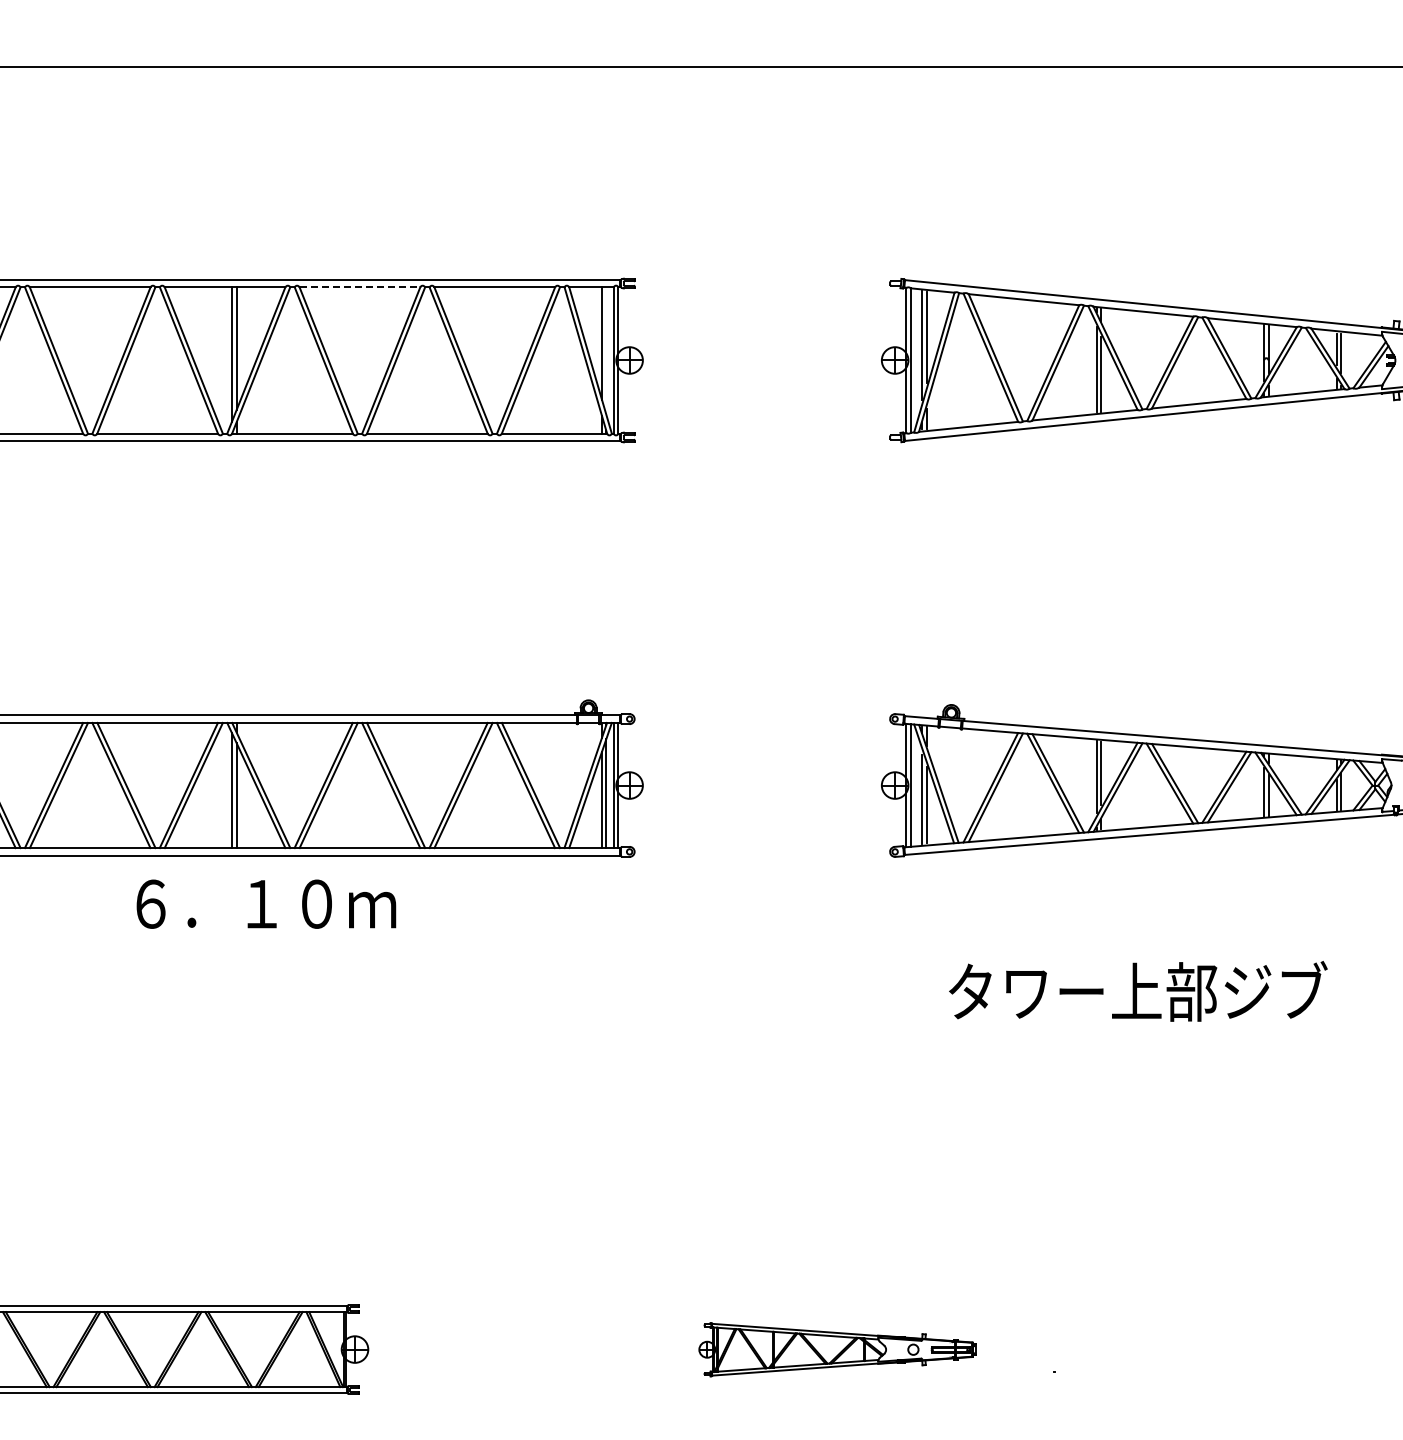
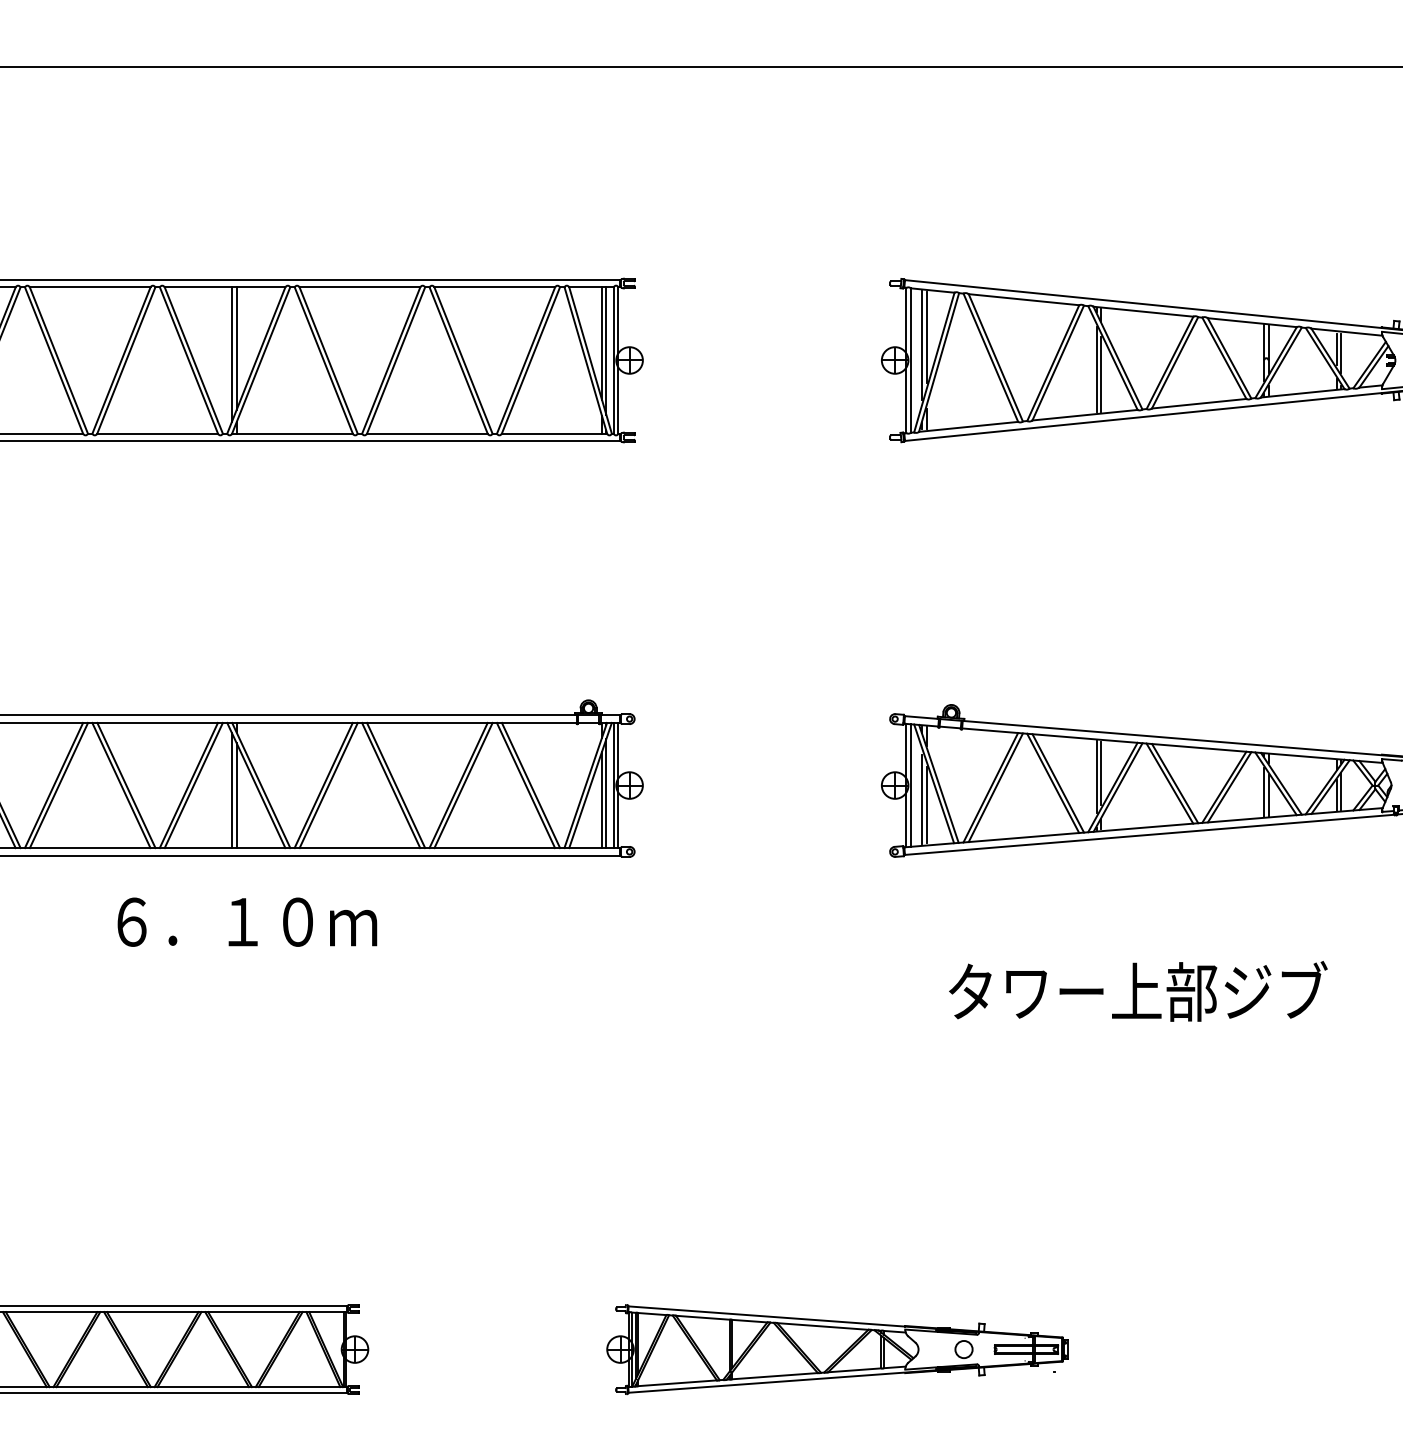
line at (360, 287): dashed -> solid
line at (606, 351): none -> present
text at (266, 903) position: (266, 903) -> (247, 921)
part at (837, 1349) size: 279x56 px -> 463x92 px
